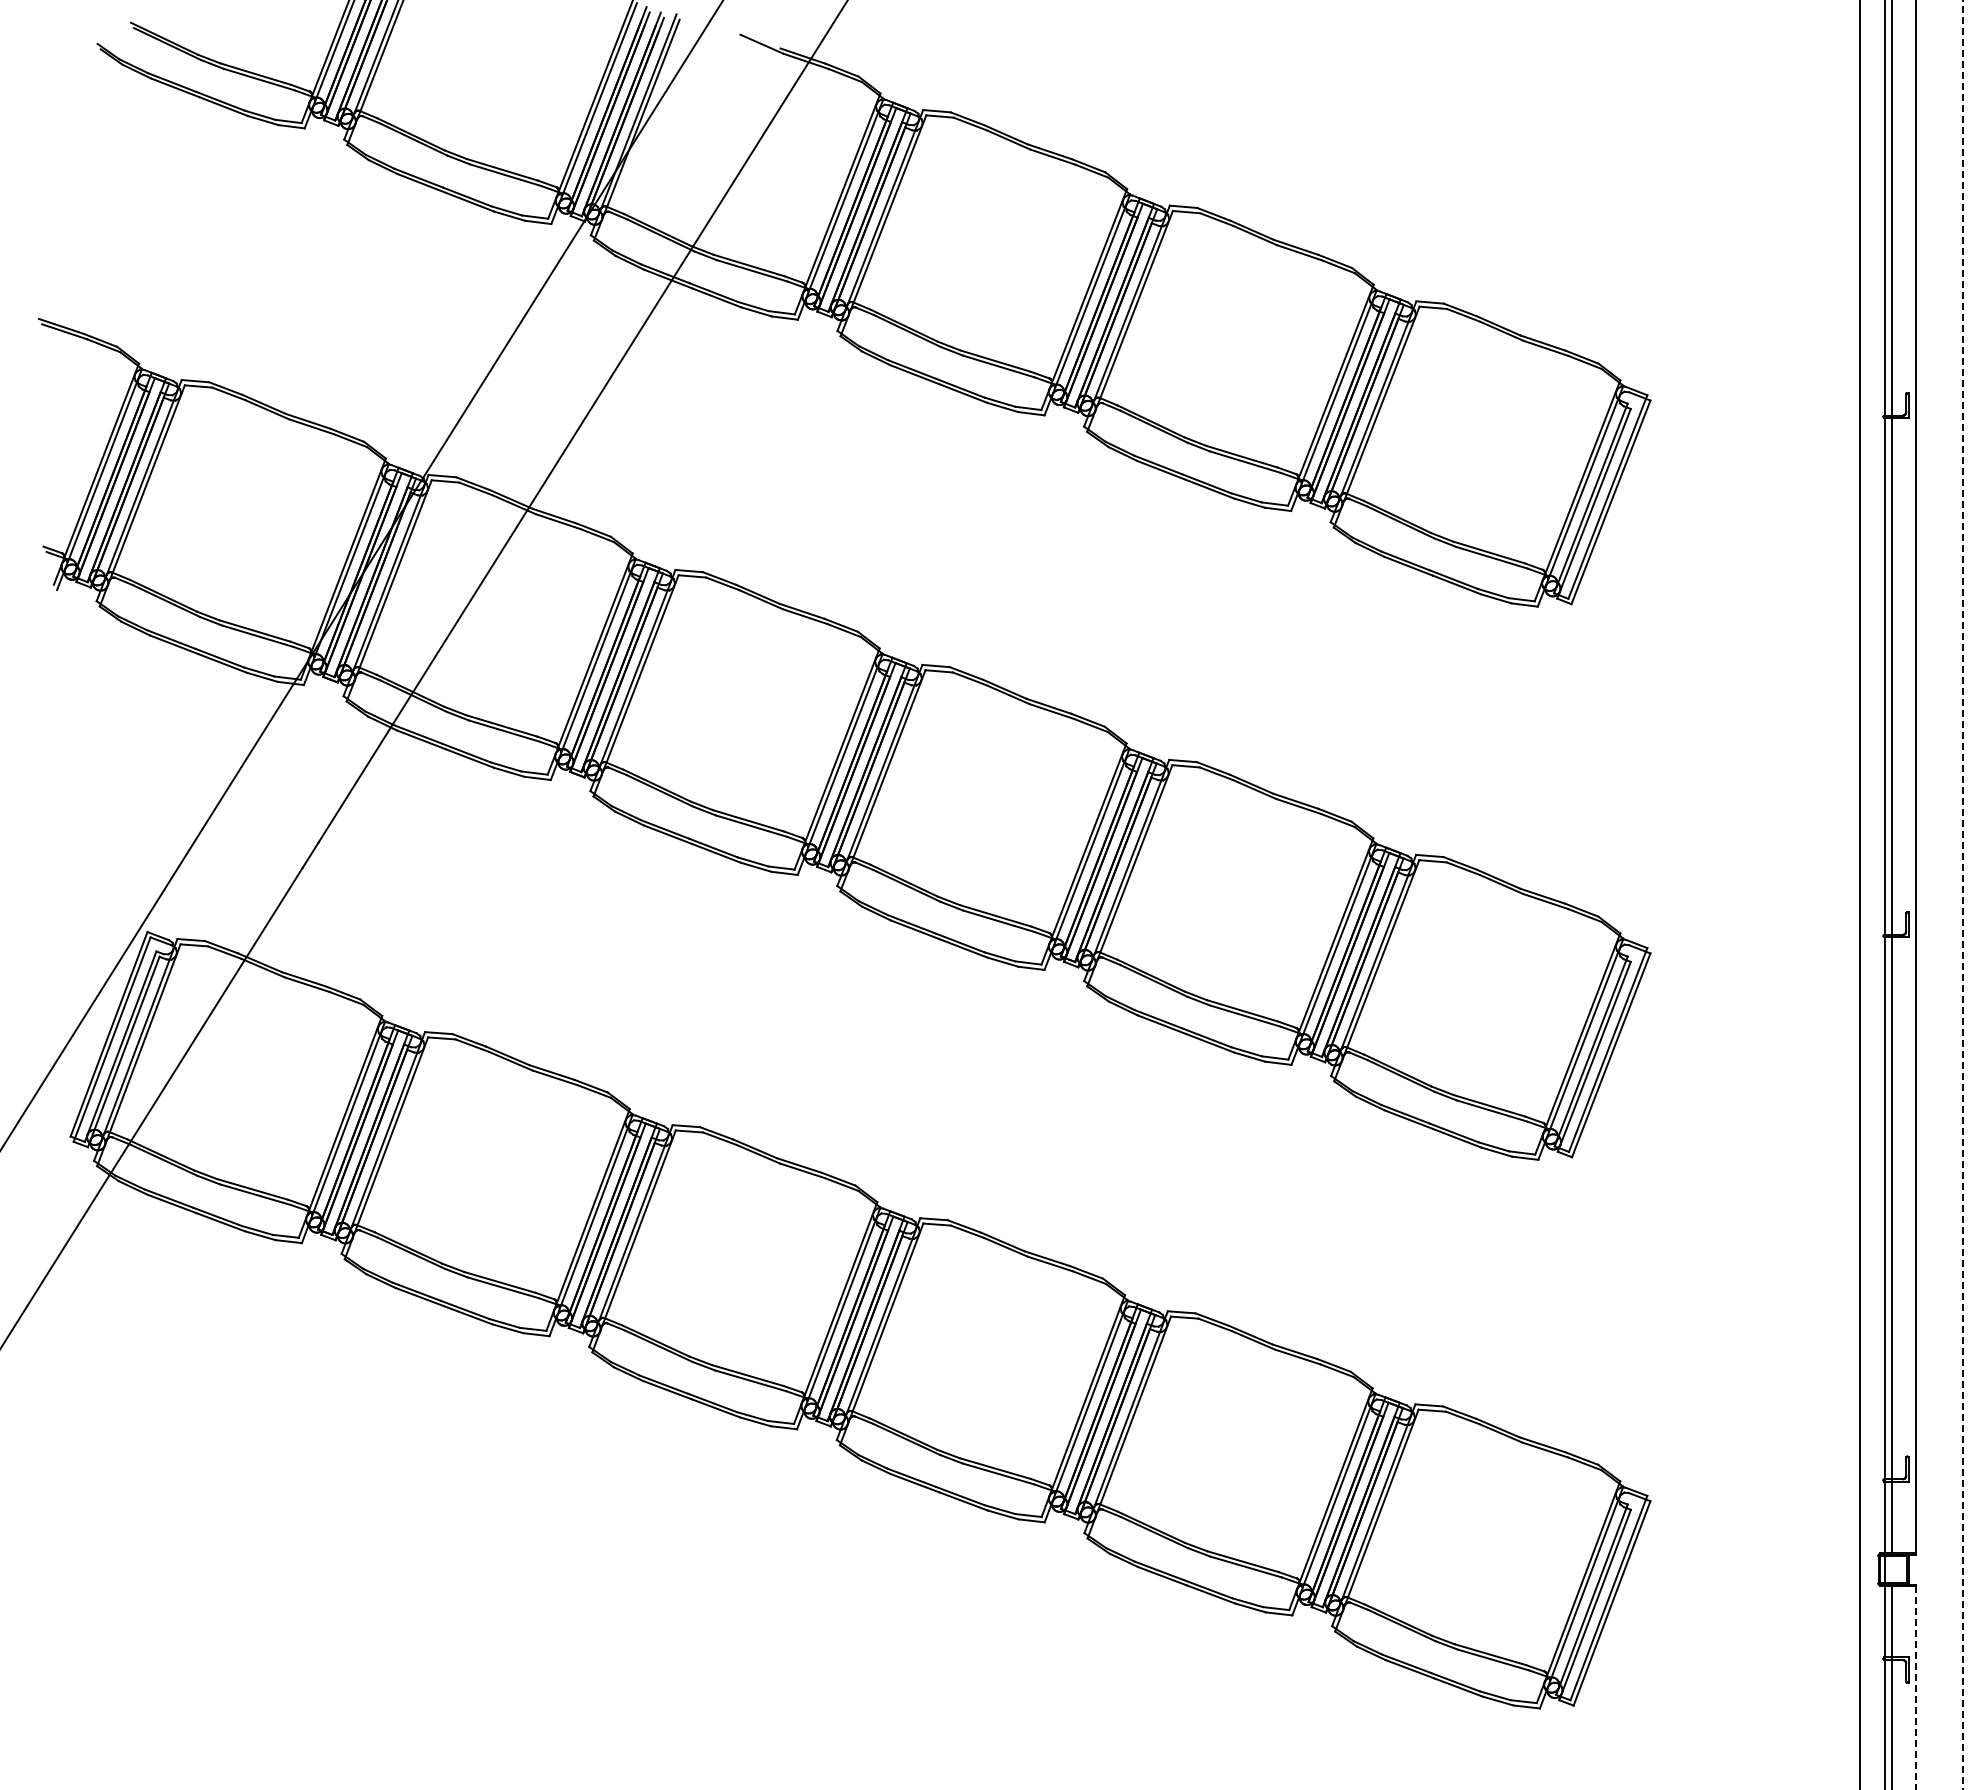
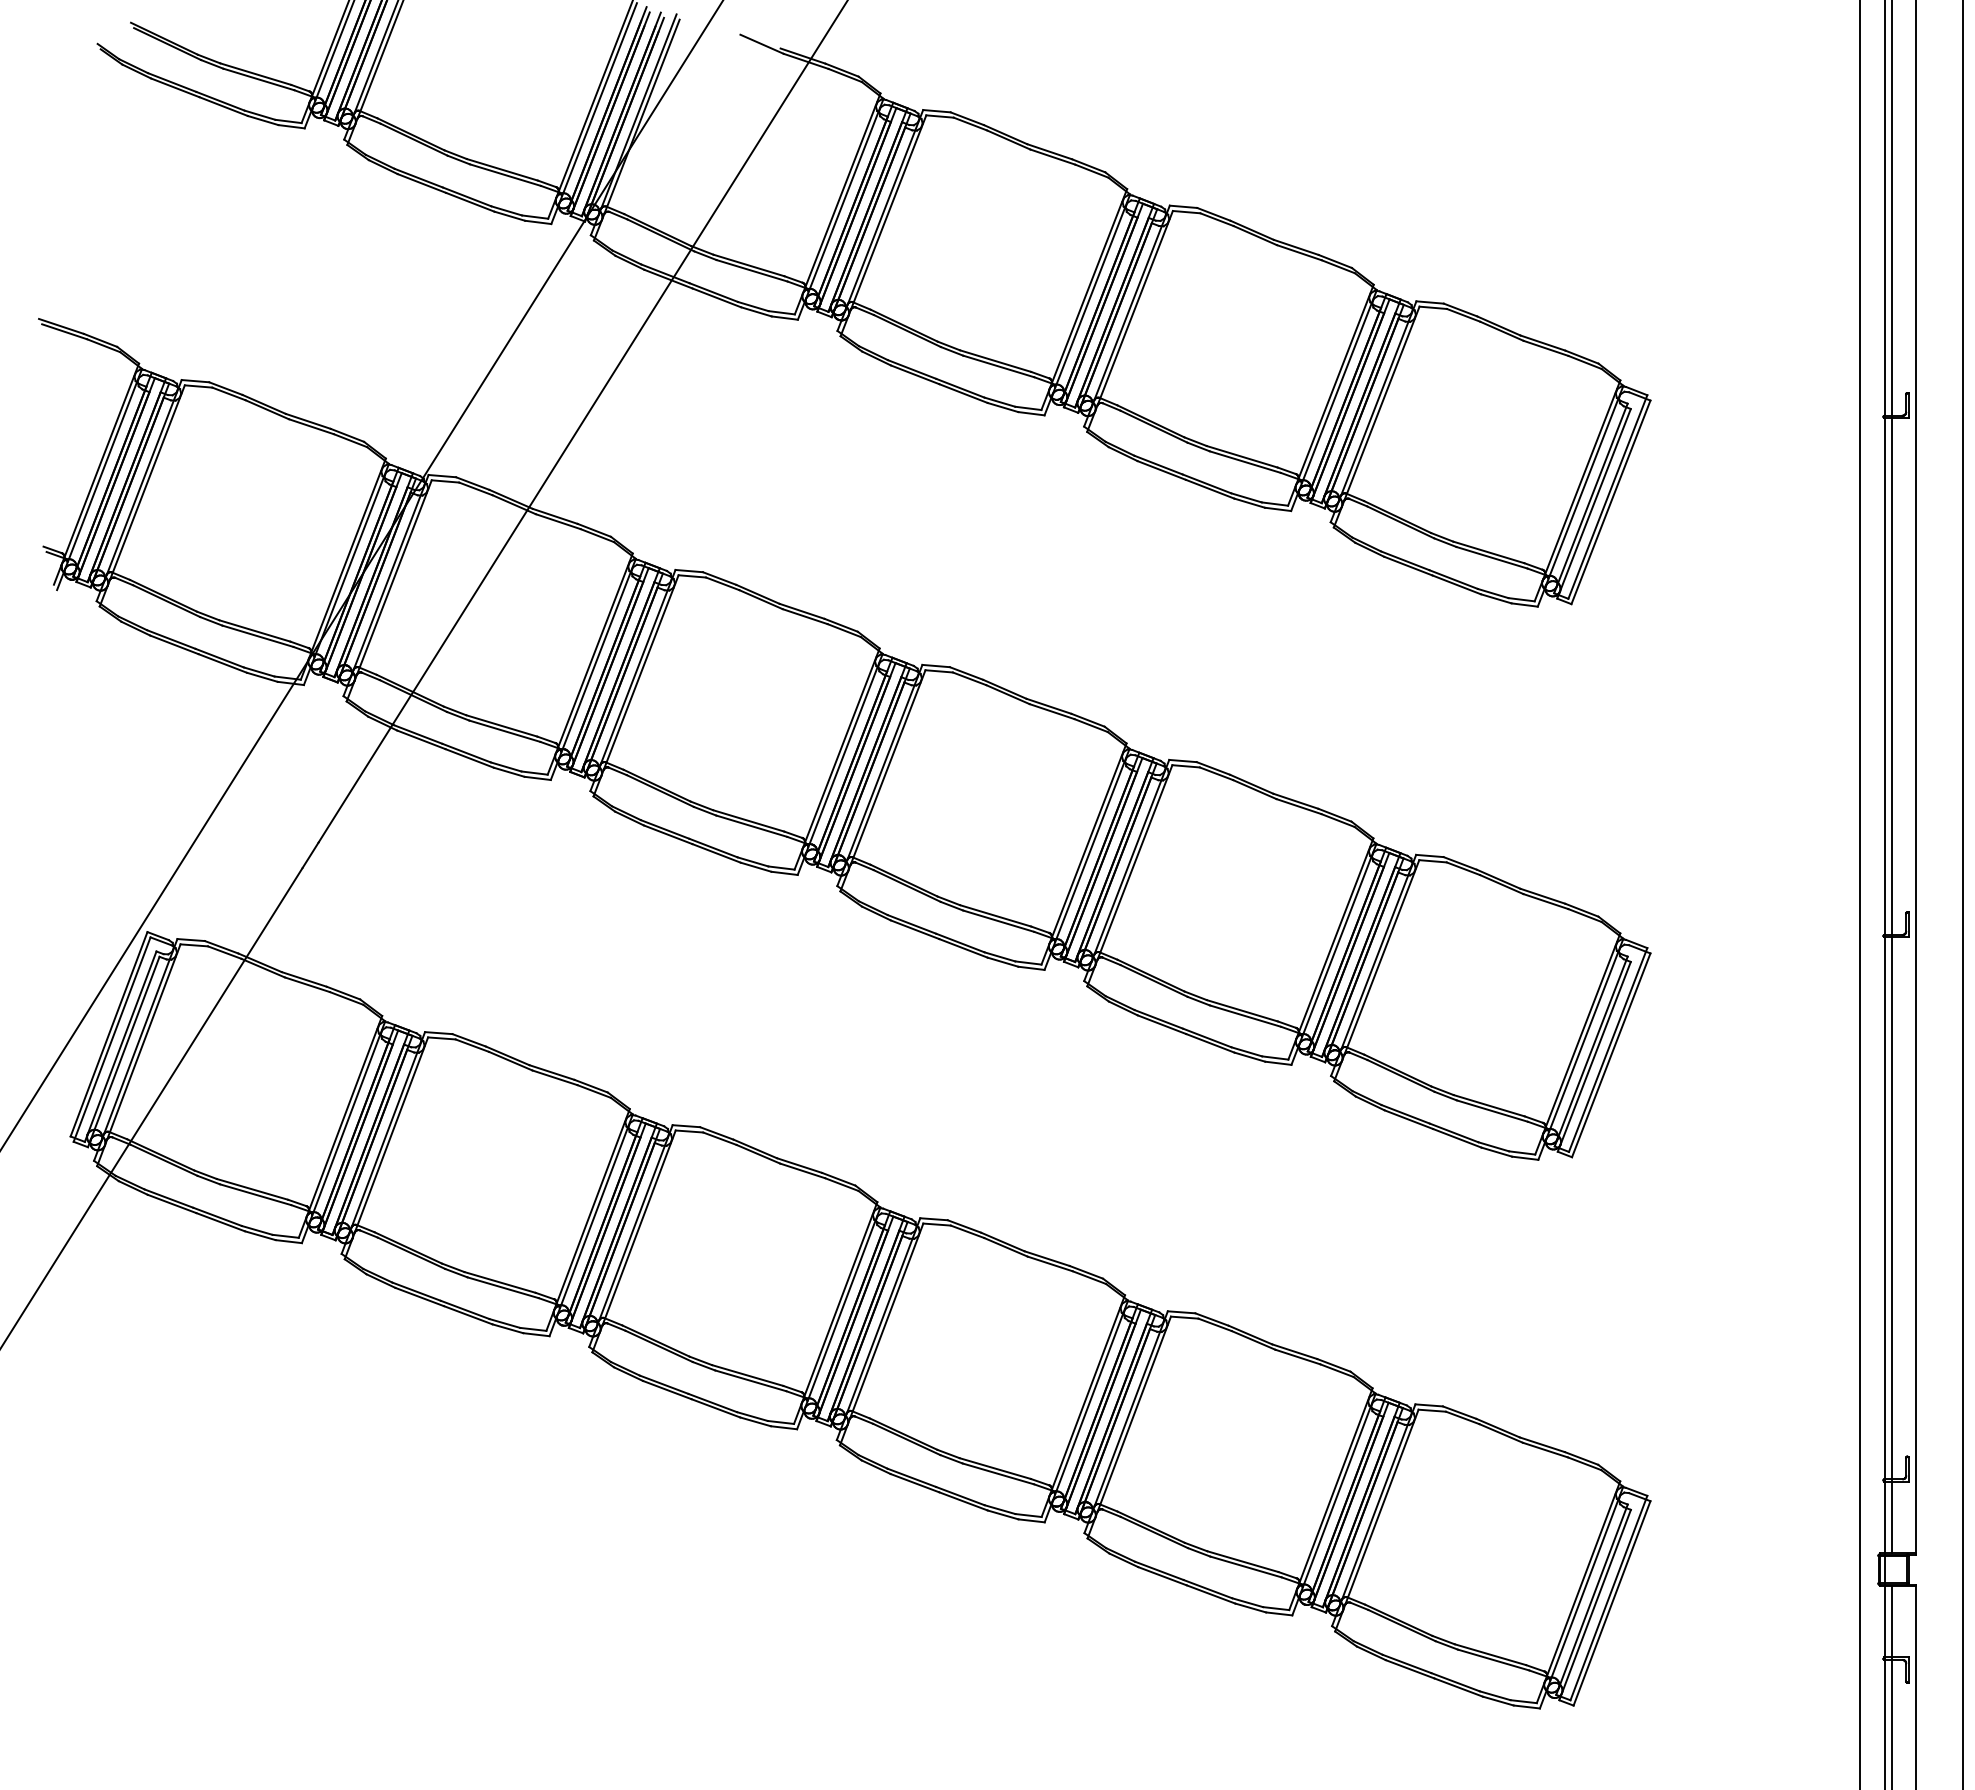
line at (1962, 894): dashed -> solid
line at (1915, 1688): dashed -> solid
